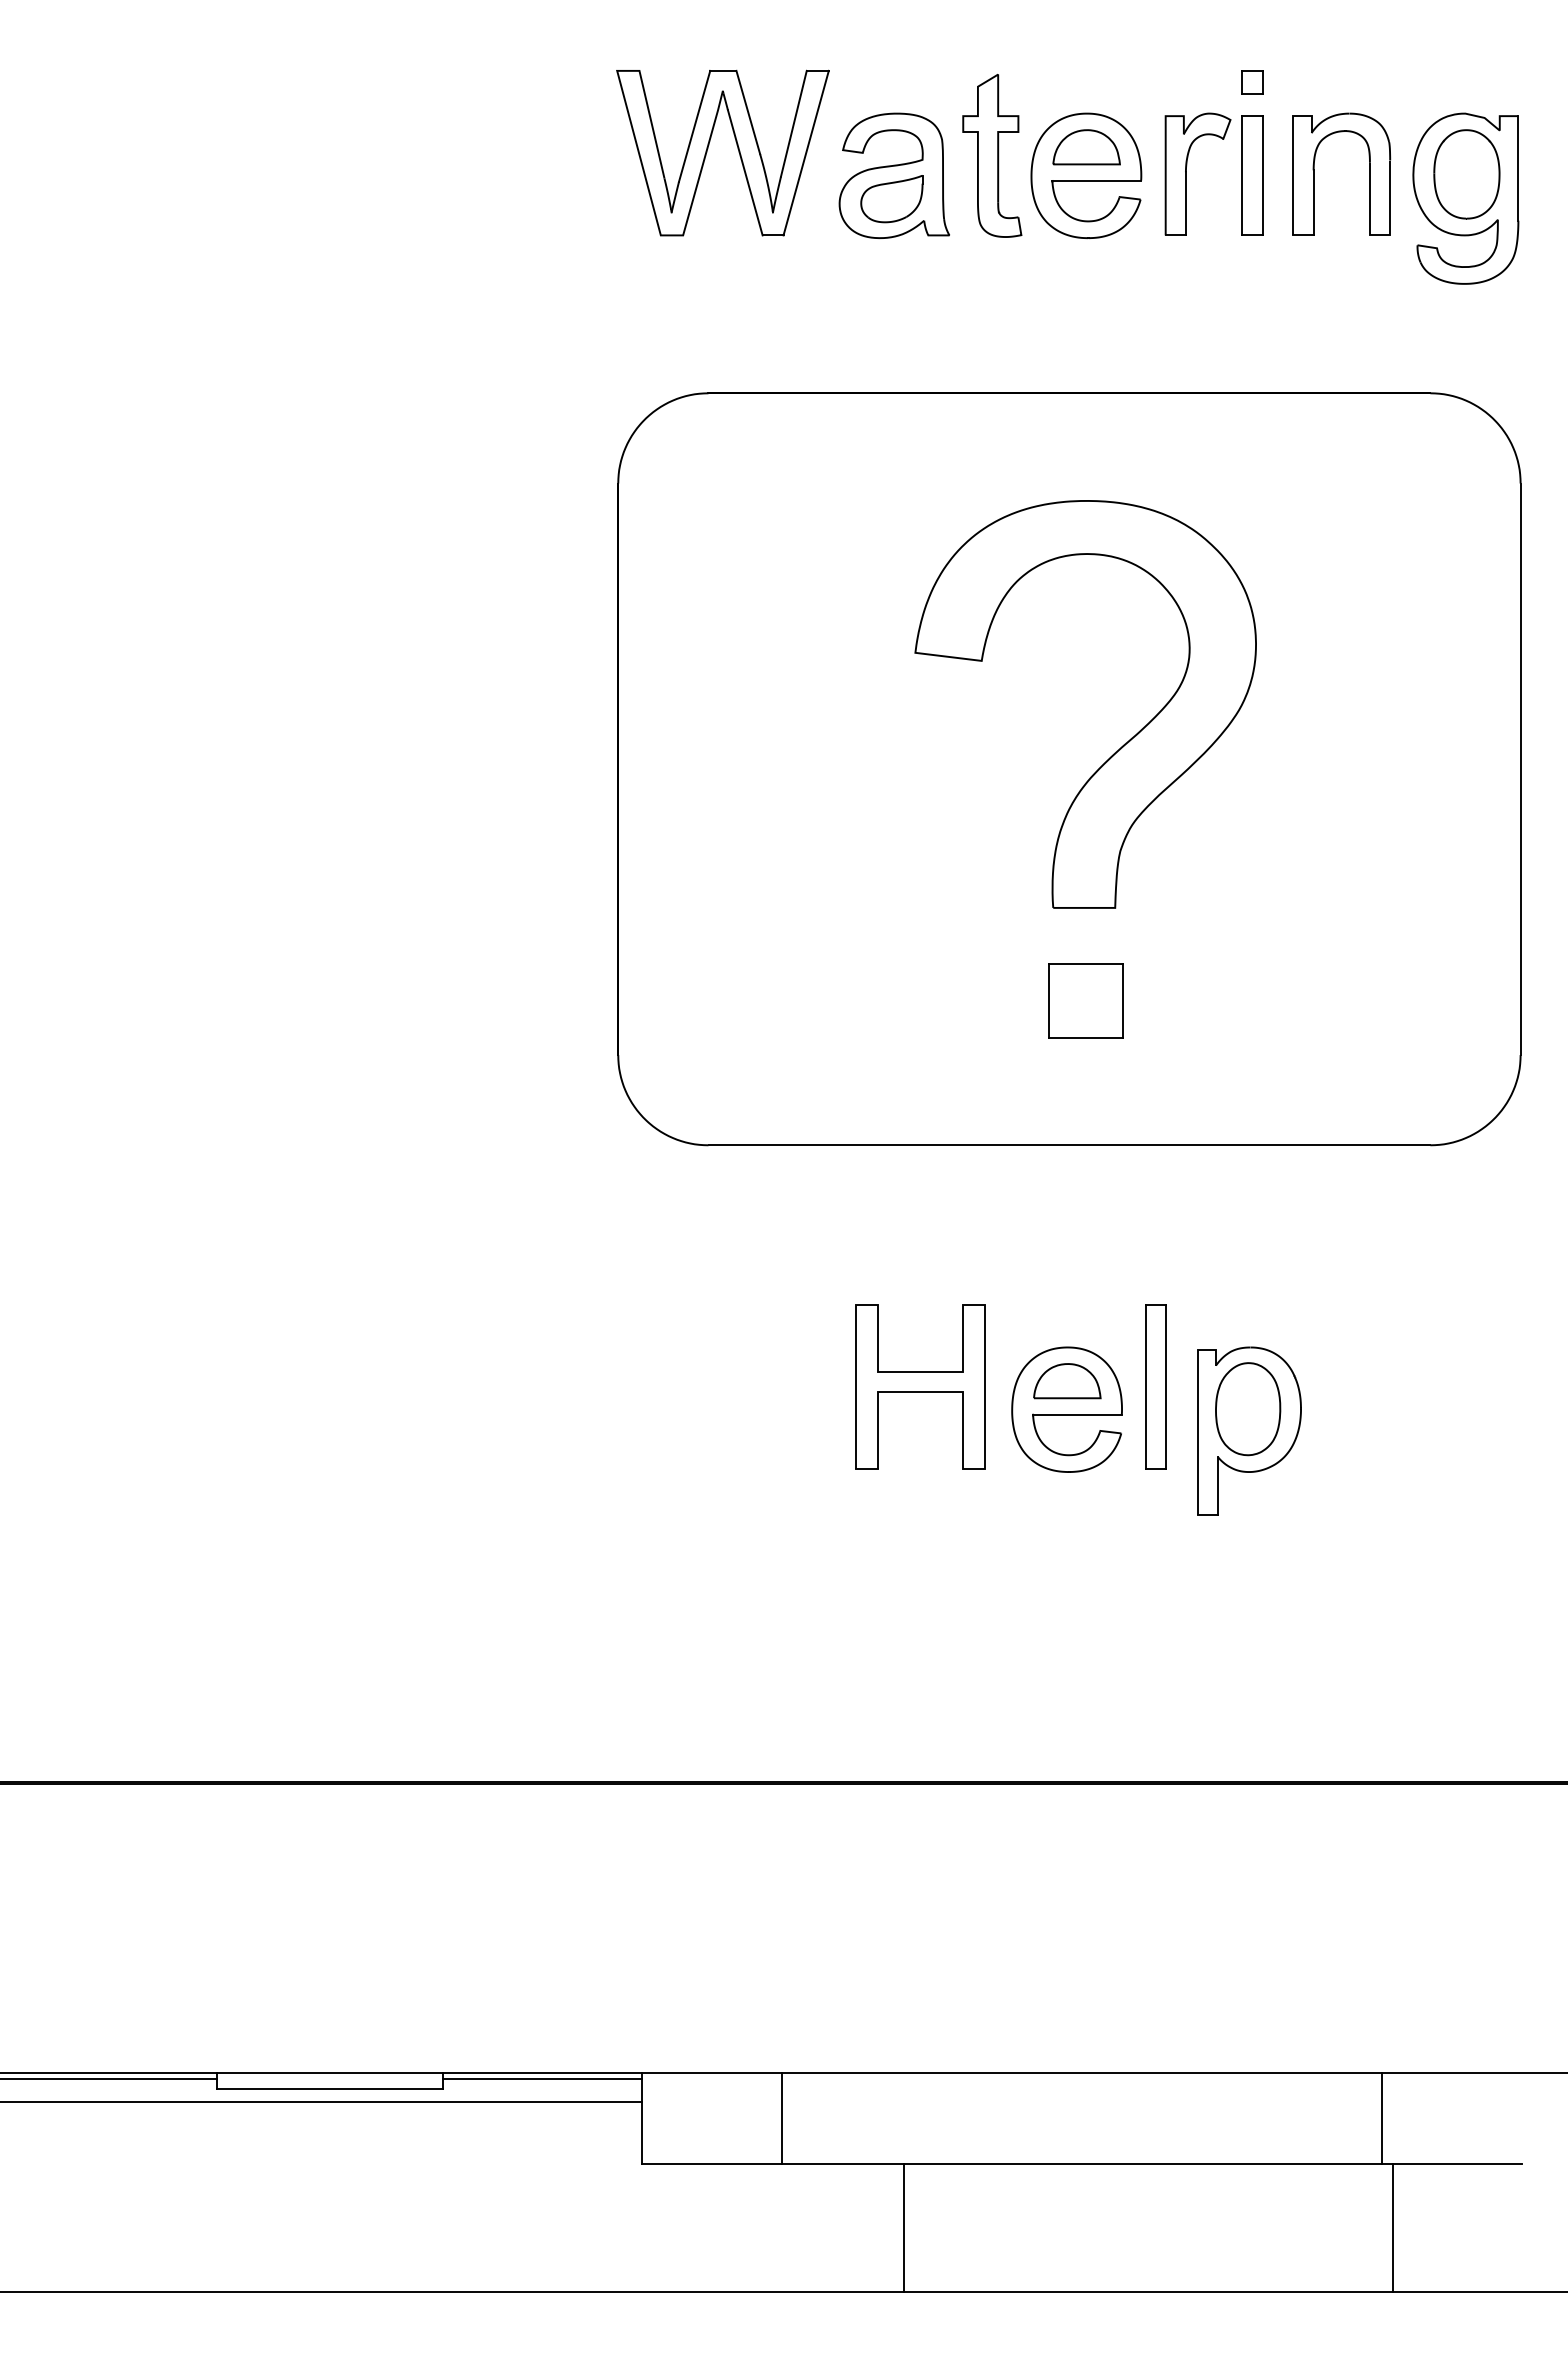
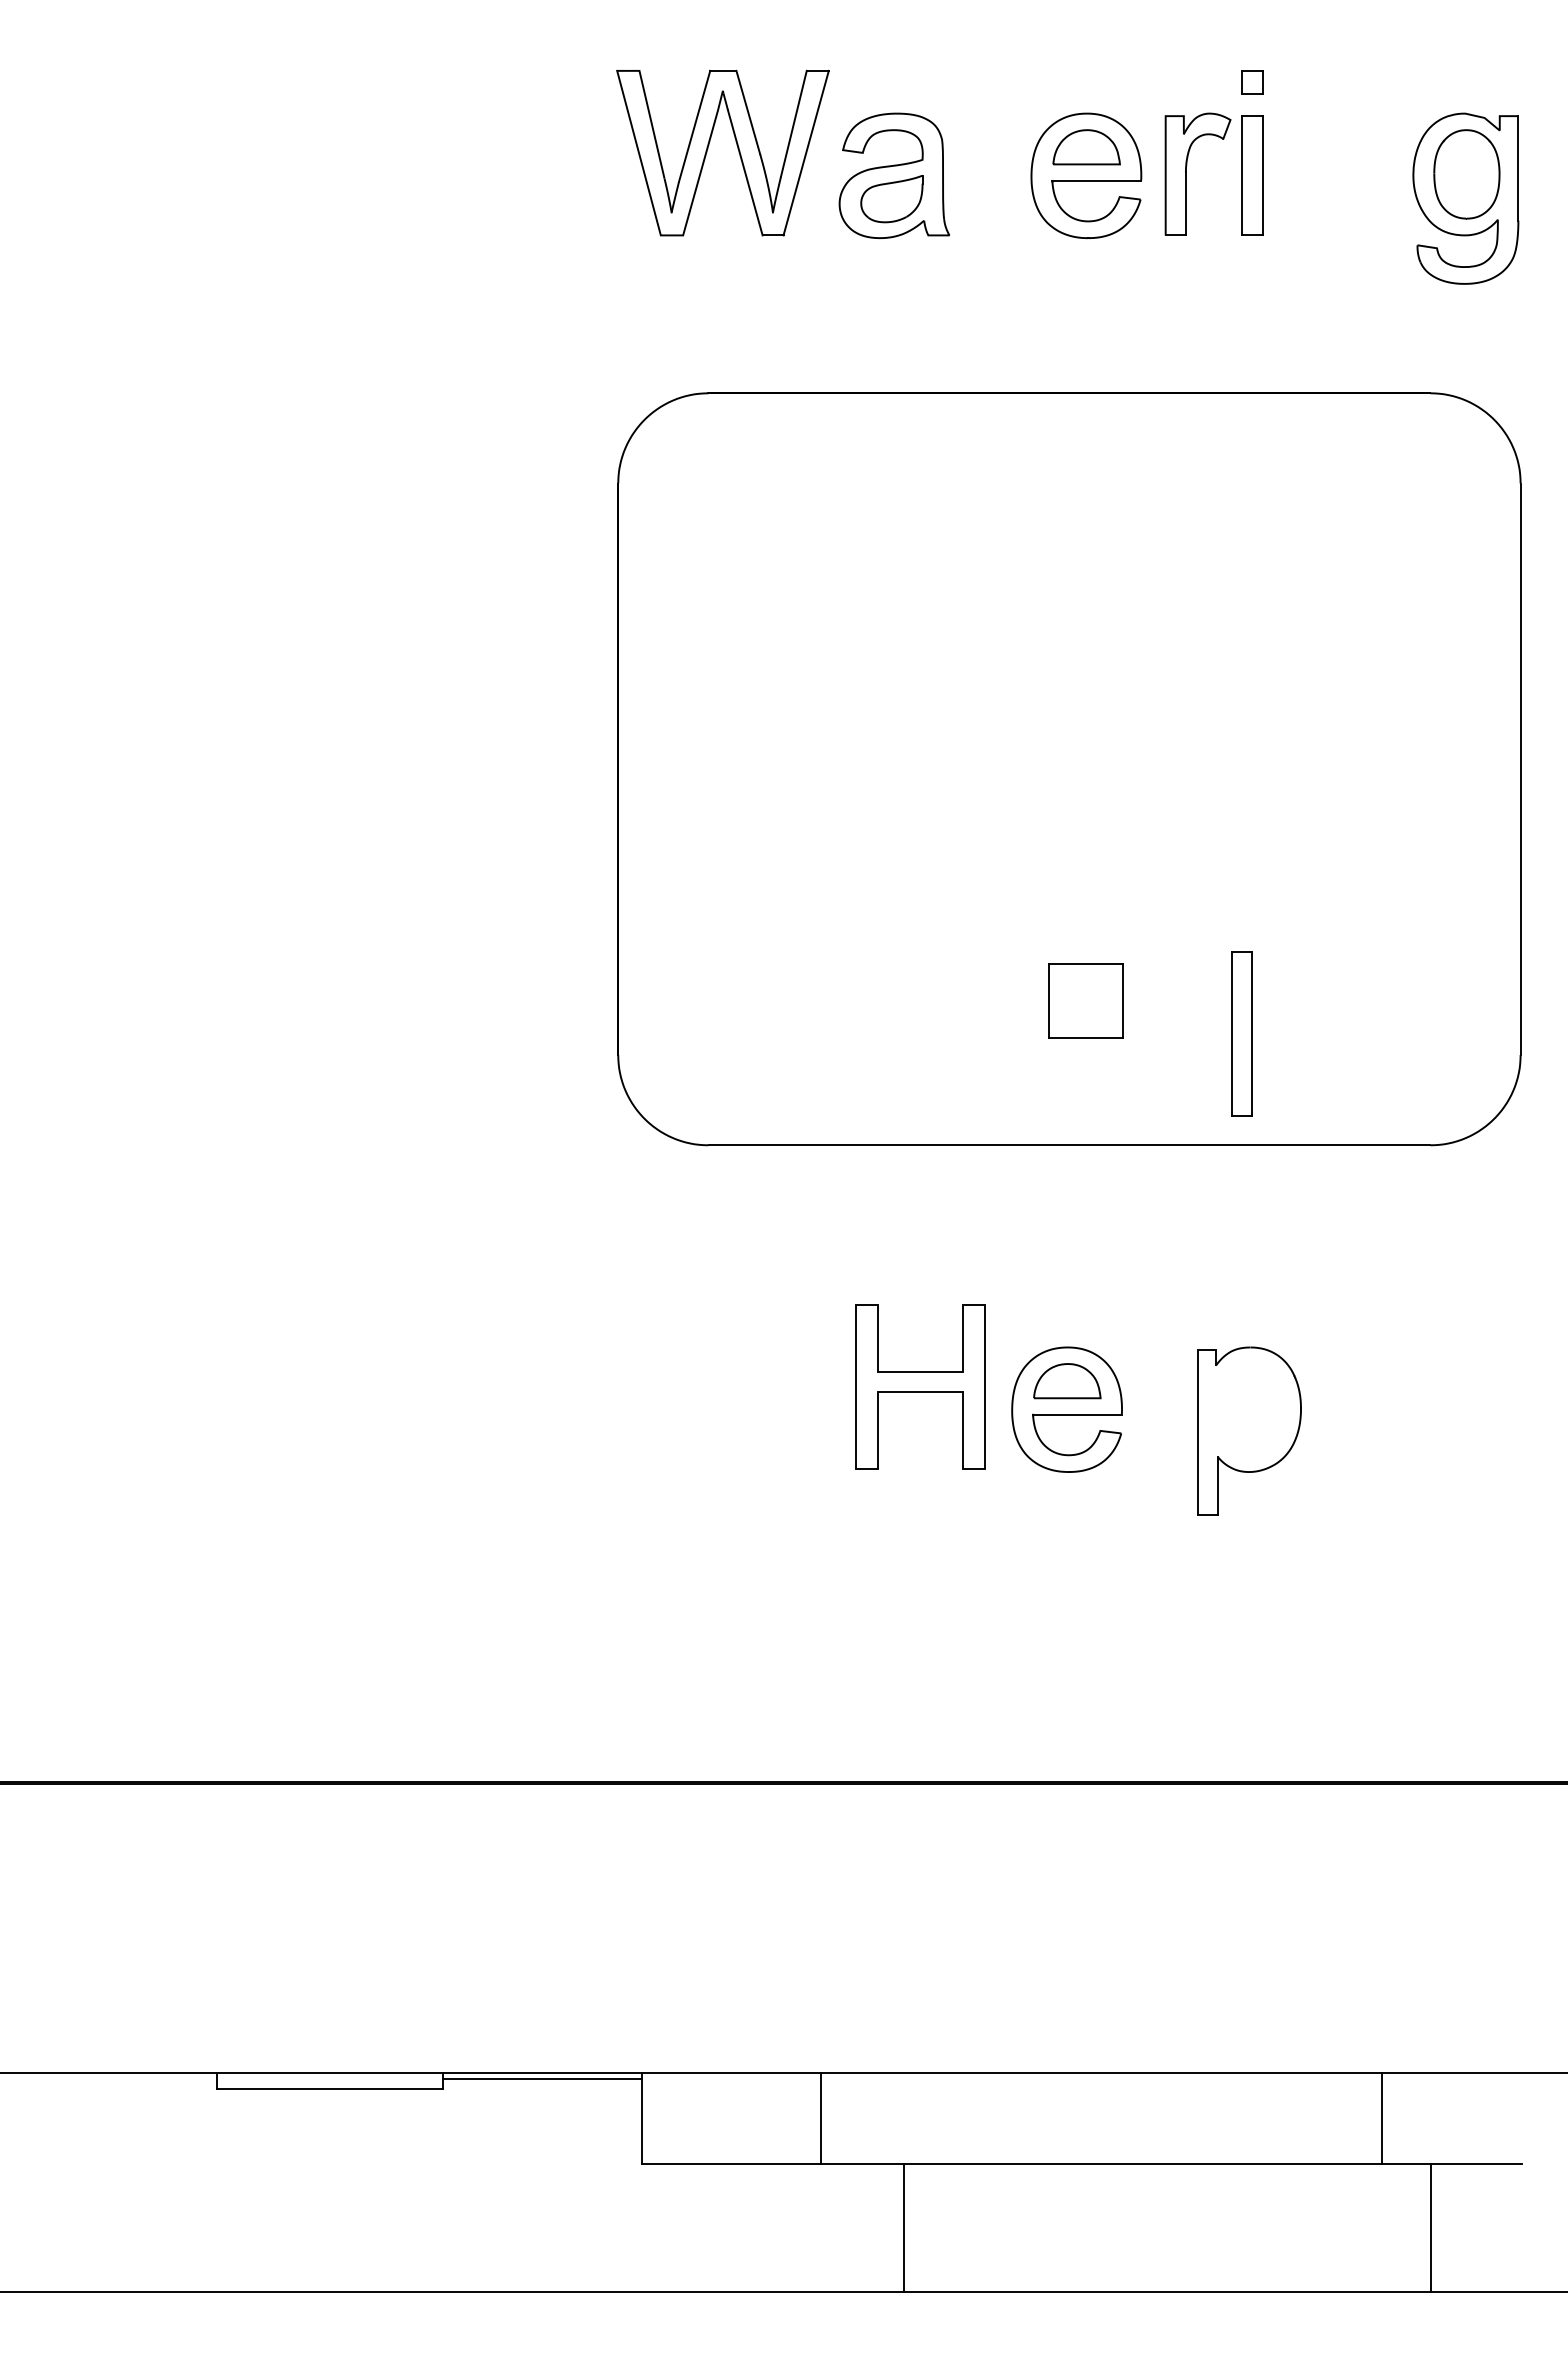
part at (992, 155): present -> none
part at (1314, 173): present -> none
part at (1124, 743): present -> none
part at (1155, 1386) position: (1155, 1386) -> (1241, 1033)
part at (1248, 1409): present -> none
line at (109, 2079): present -> none
line at (322, 2101): present -> none
line at (782, 2118) position: (782, 2118) -> (821, 2118)
line at (1393, 2228) position: (1393, 2228) -> (1431, 2228)
